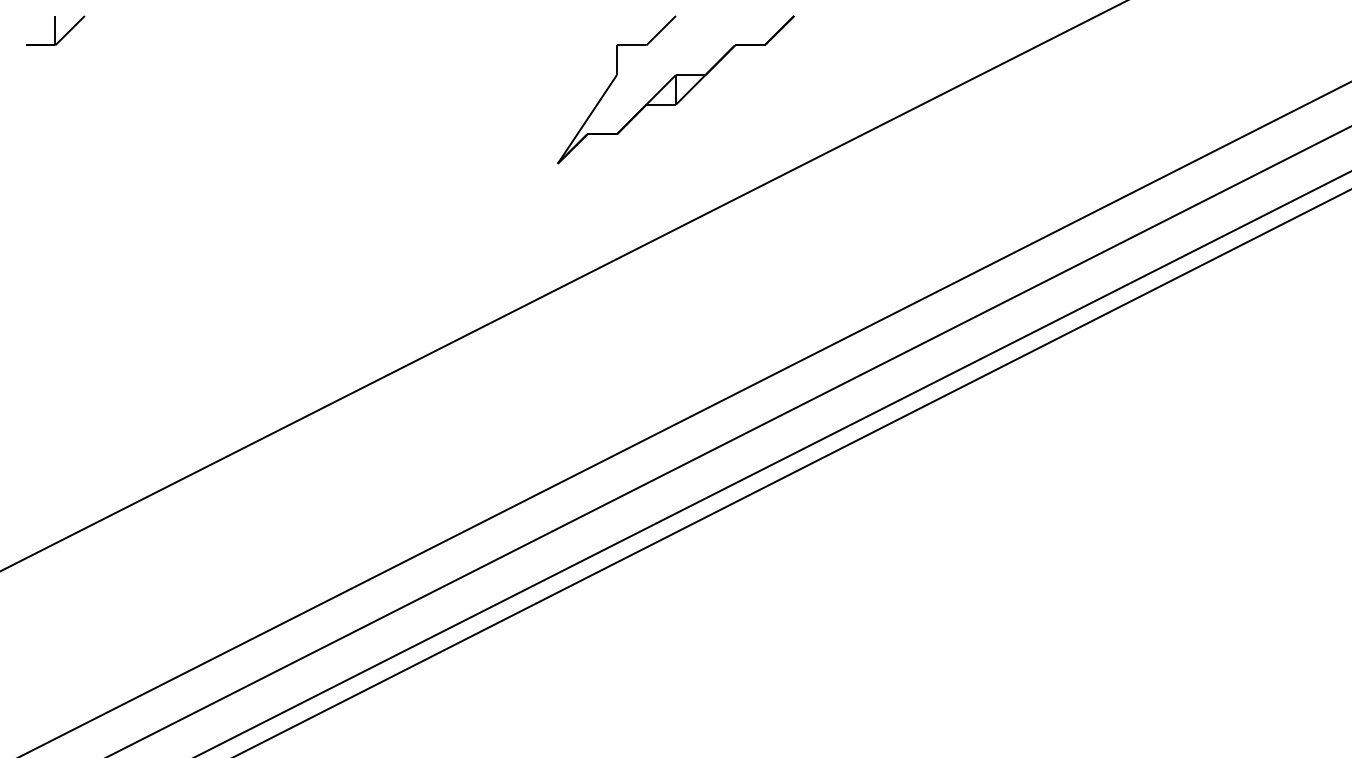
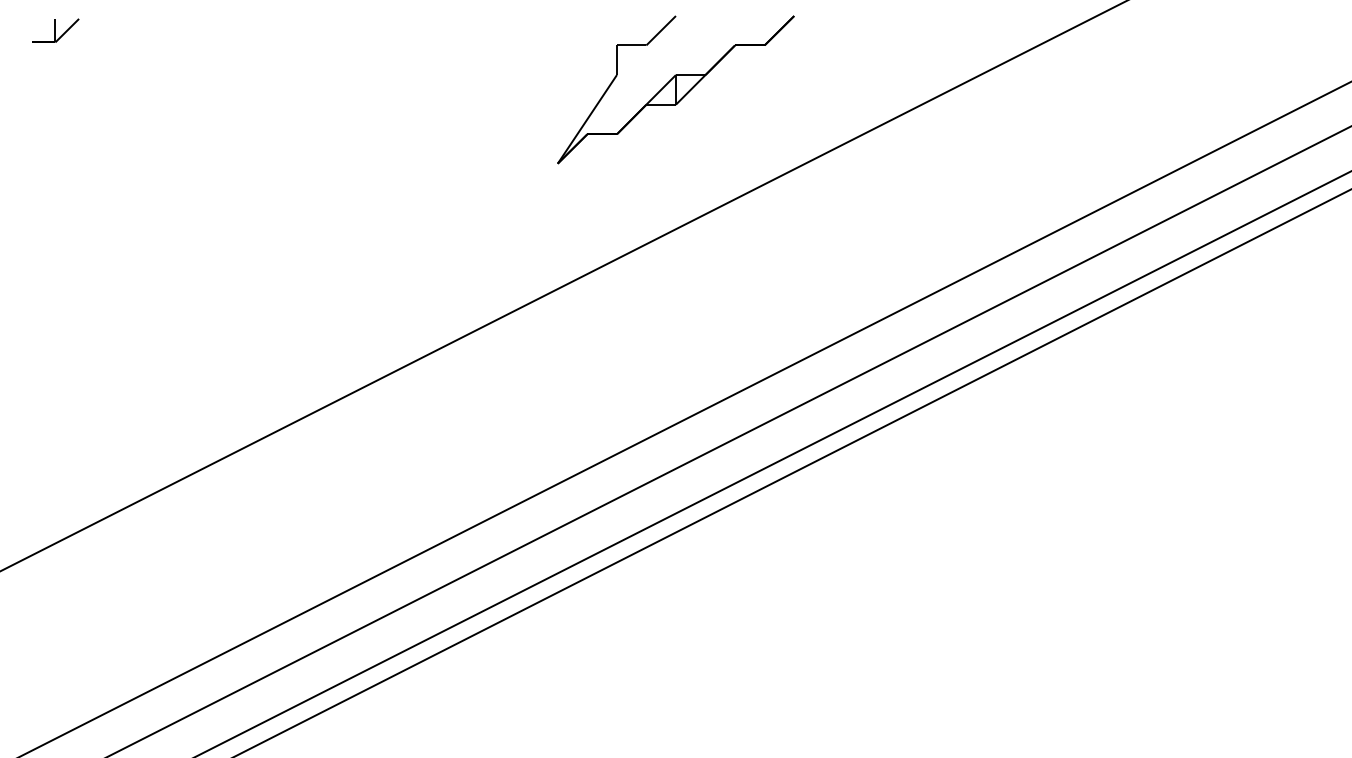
part at (55, 30) size: 60x31 px -> 48x25 px
